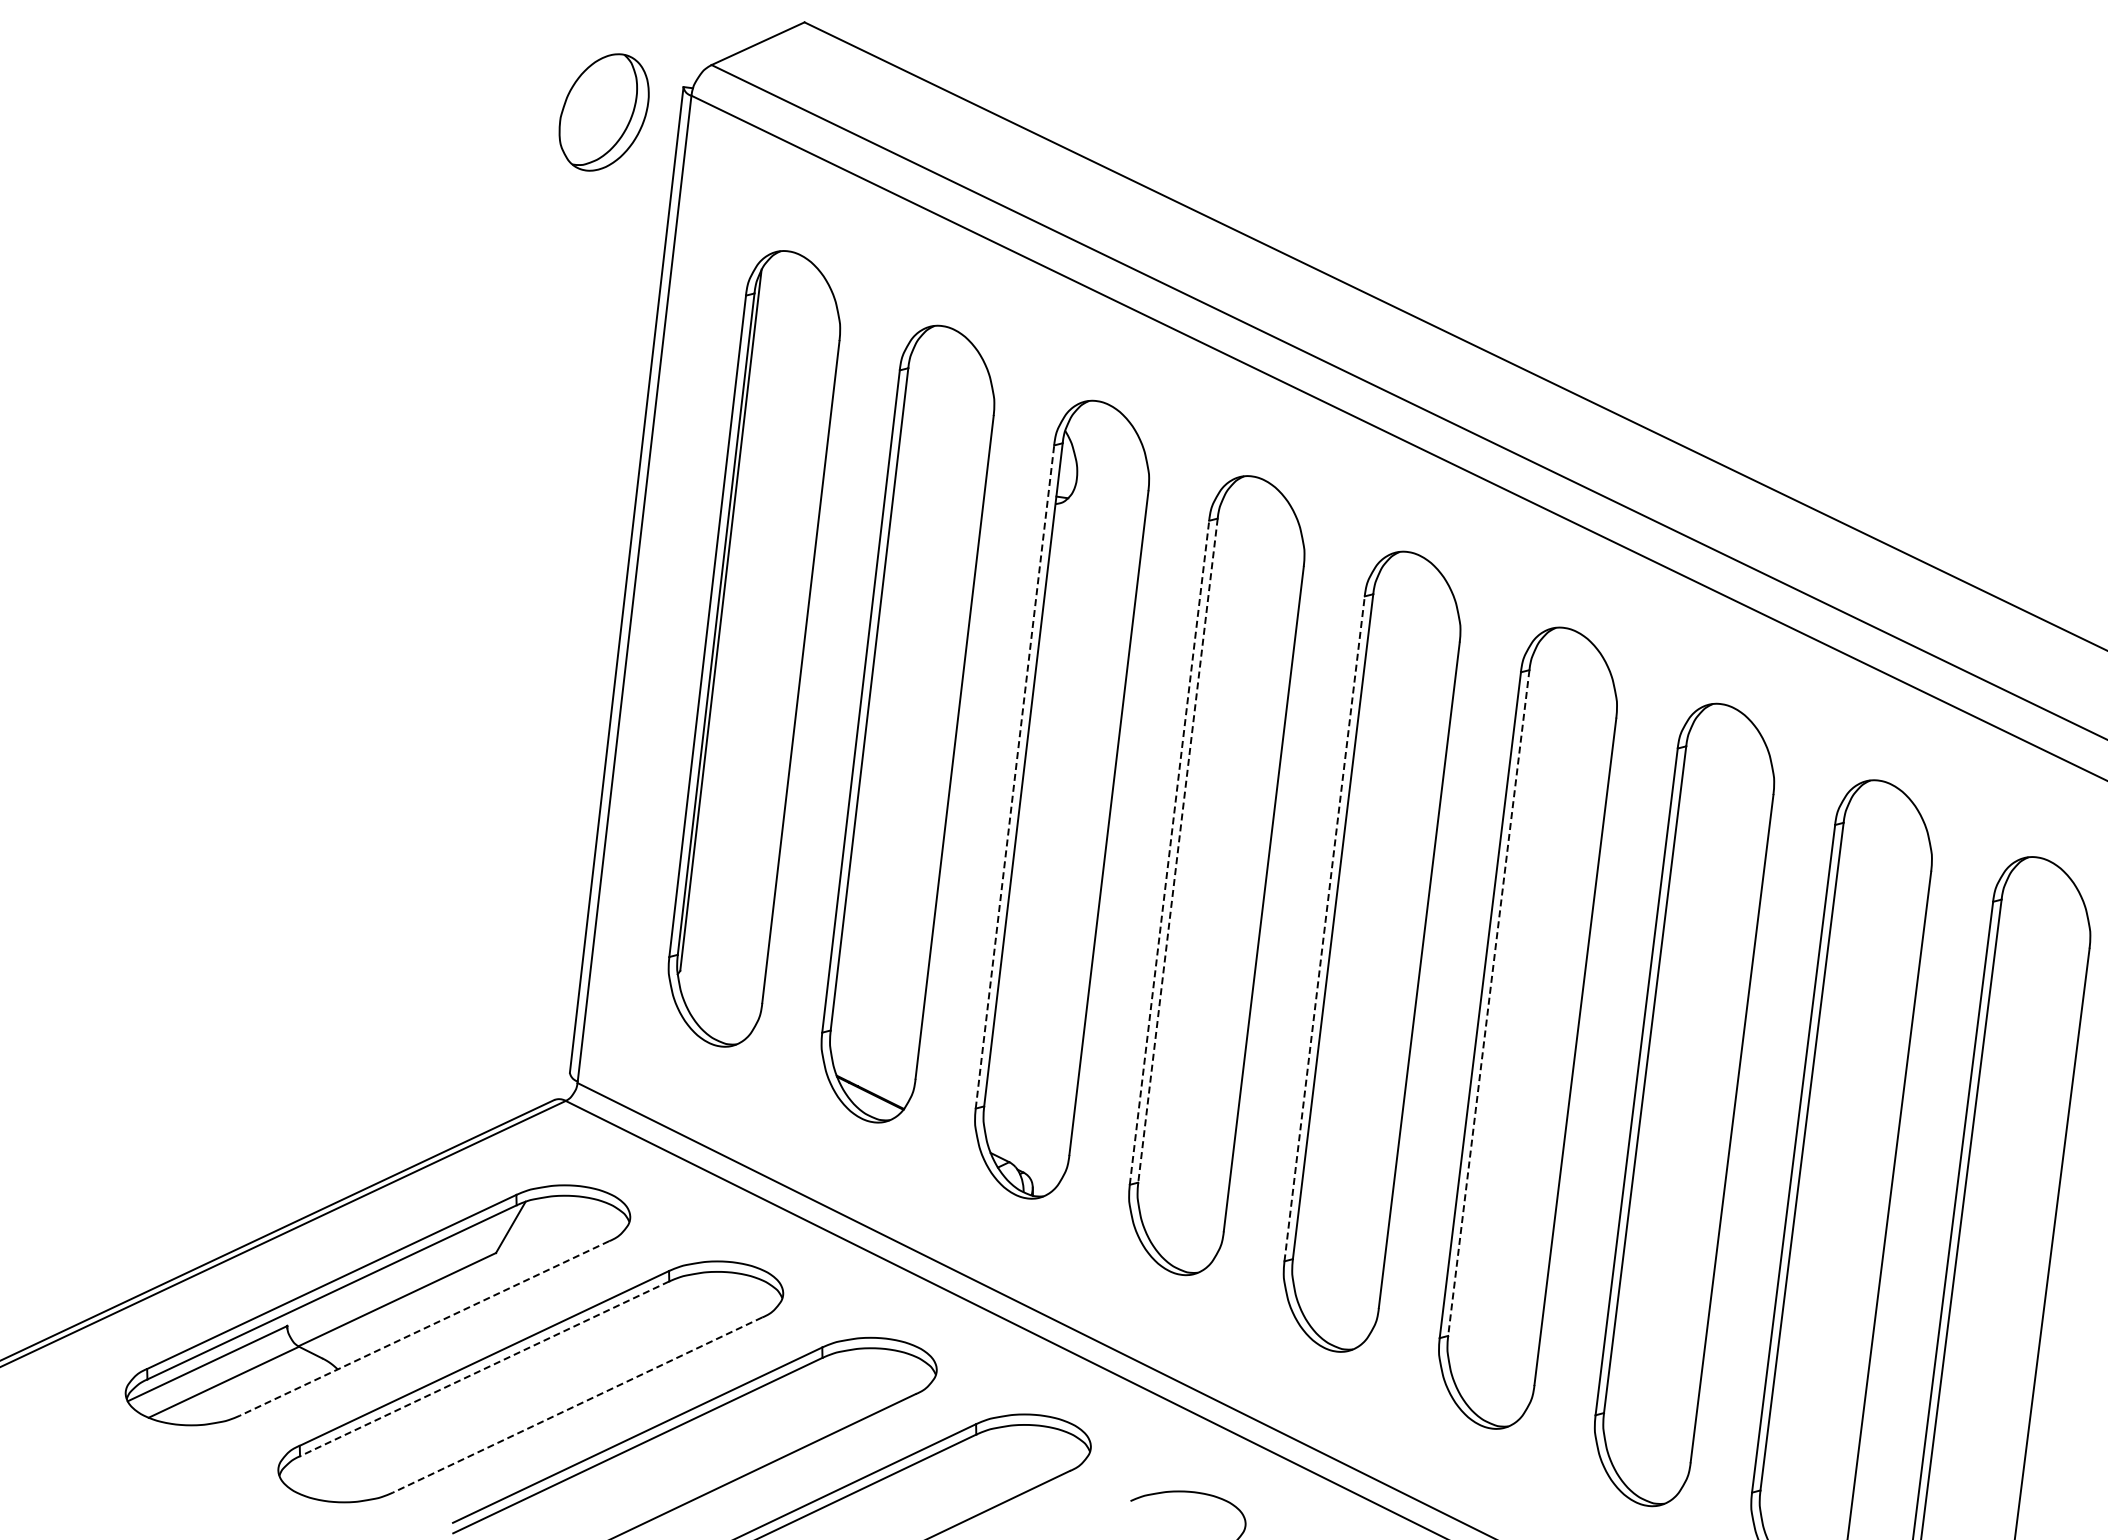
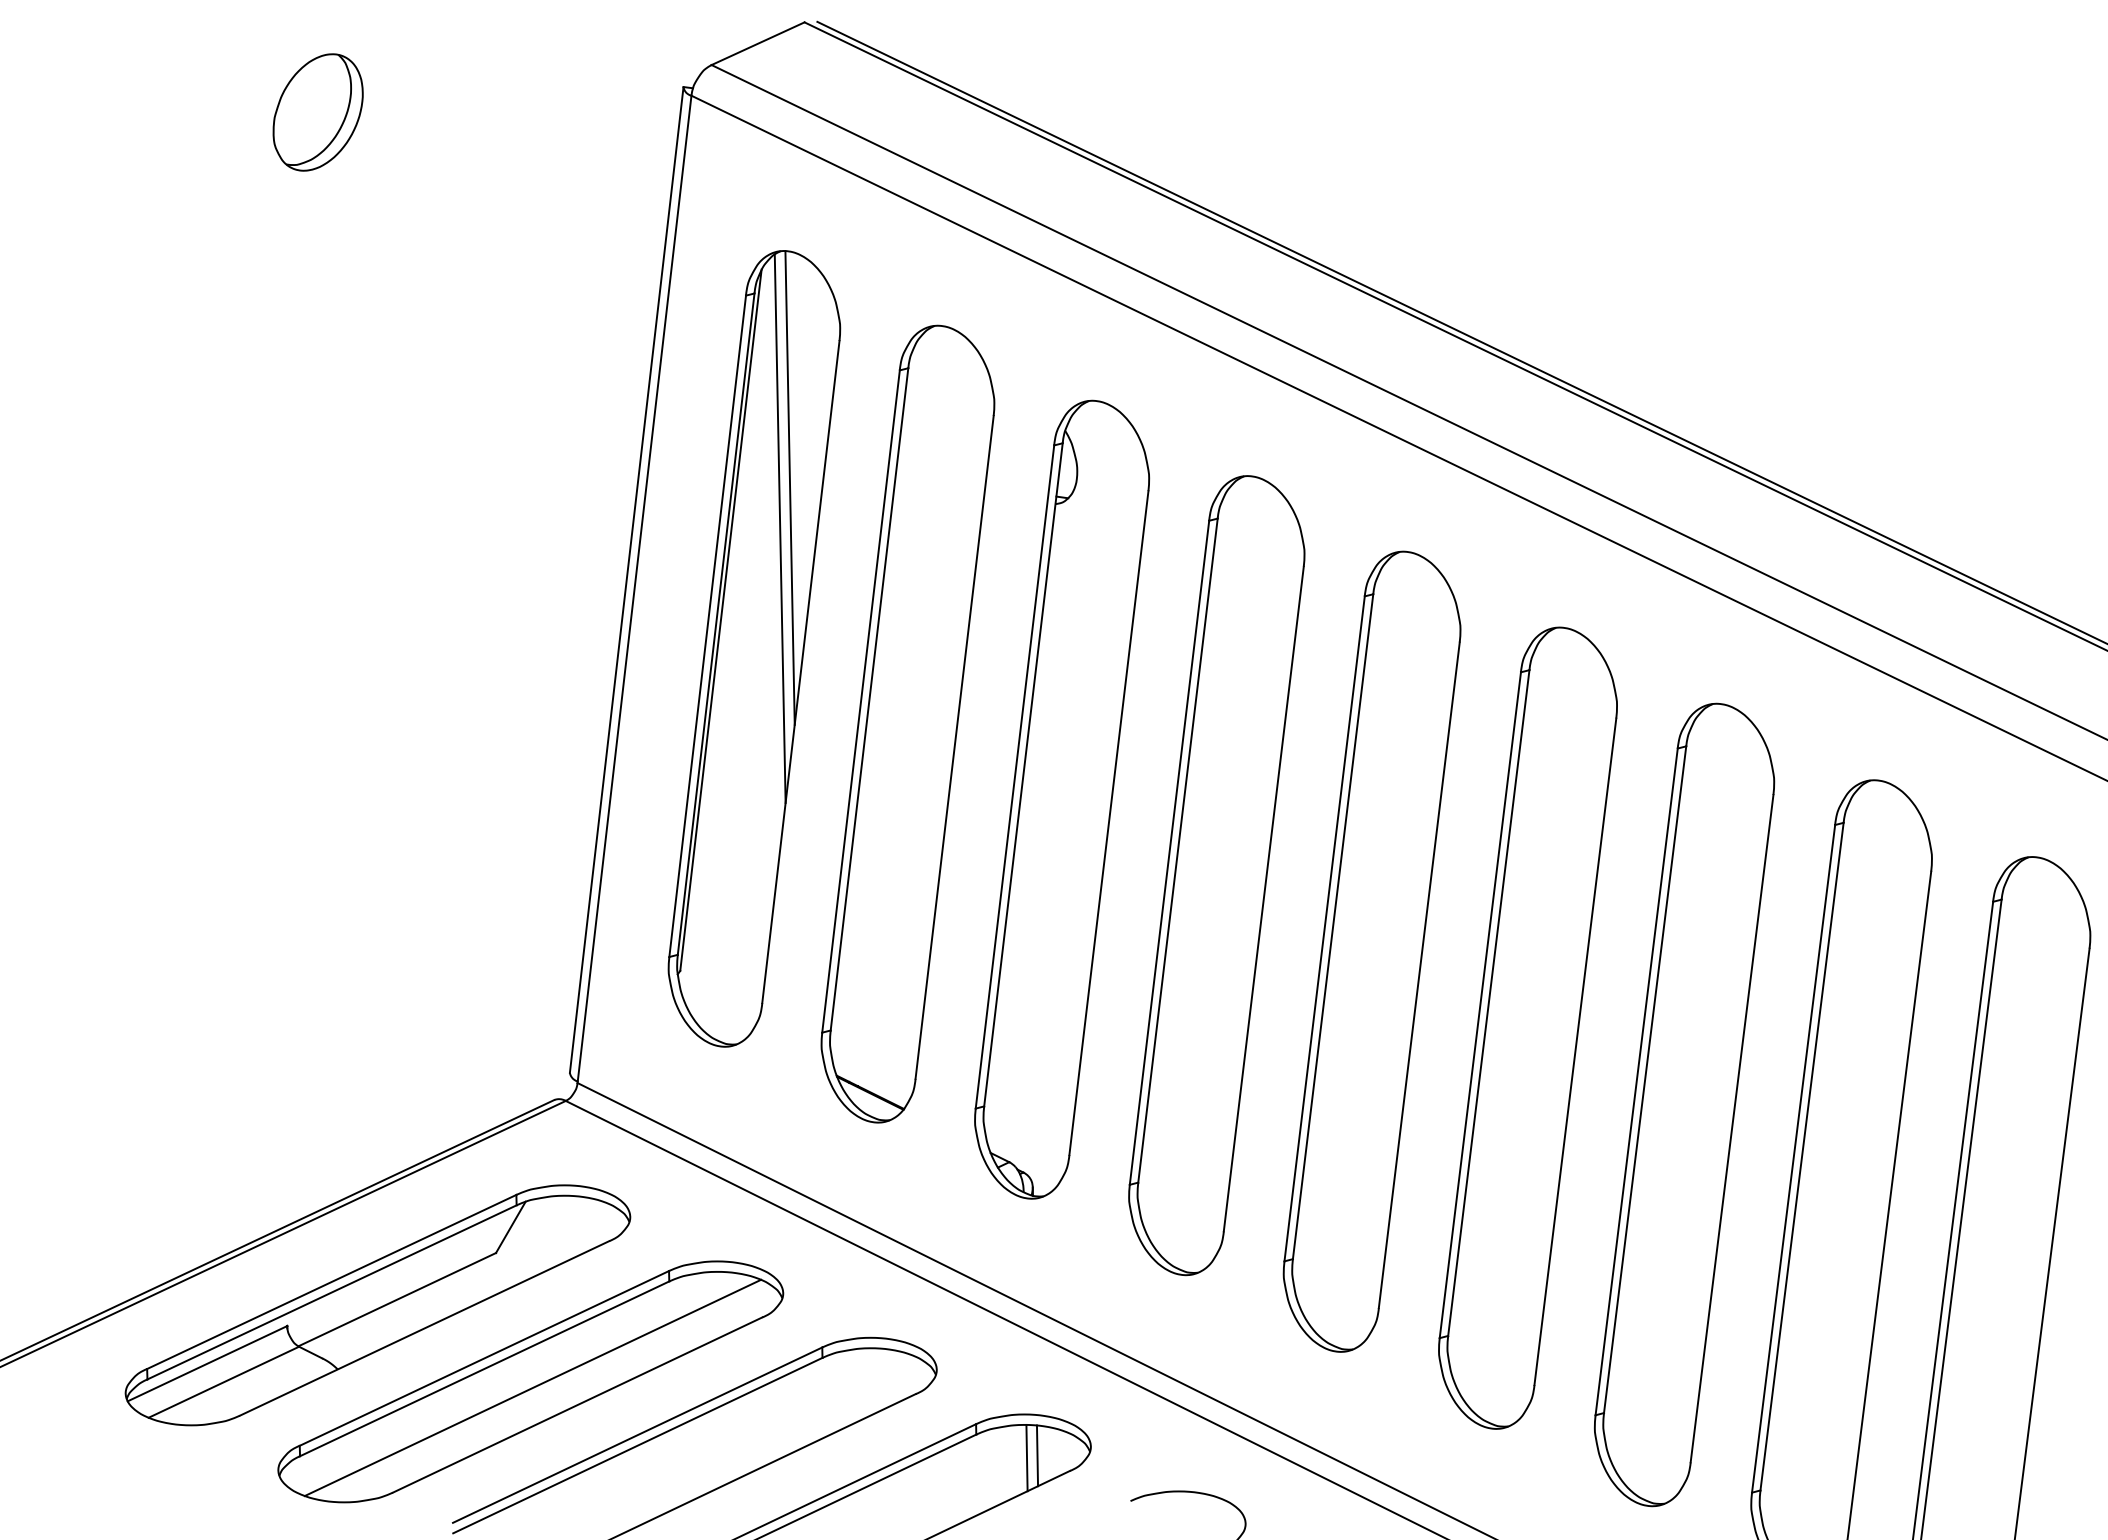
part at (603, 112) position: (603, 112) -> (317, 112)
line at (1460, 331): none -> present
line at (789, 487): none -> present
line at (779, 528): none -> present
line at (1014, 777): dashed -> solid
line at (1177, 851): dashed -> solid
line at (1169, 852): dashed -> solid
line at (1324, 928): dashed -> solid
line at (1488, 1003): dashed -> solid
line at (424, 1328): dashed -> solid
line at (484, 1369): dashed -> solid
line at (532, 1387): none -> present
line at (577, 1405): dashed -> solid
line at (1037, 1455): none -> present
line at (1026, 1457): none -> present
